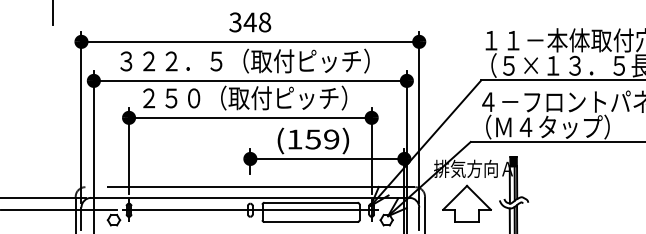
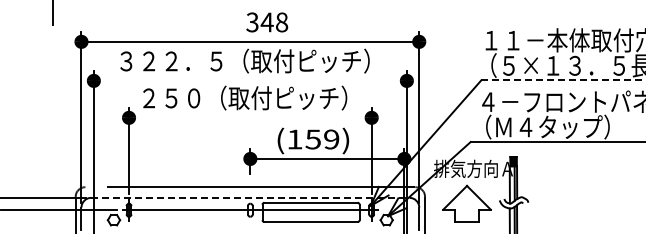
text at (250, 22) position: (250, 22) -> (267, 22)
line at (249, 80): present -> none
line at (563, 80): solid -> dashed
line at (250, 117): present -> none
line at (250, 197): solid -> dashed
